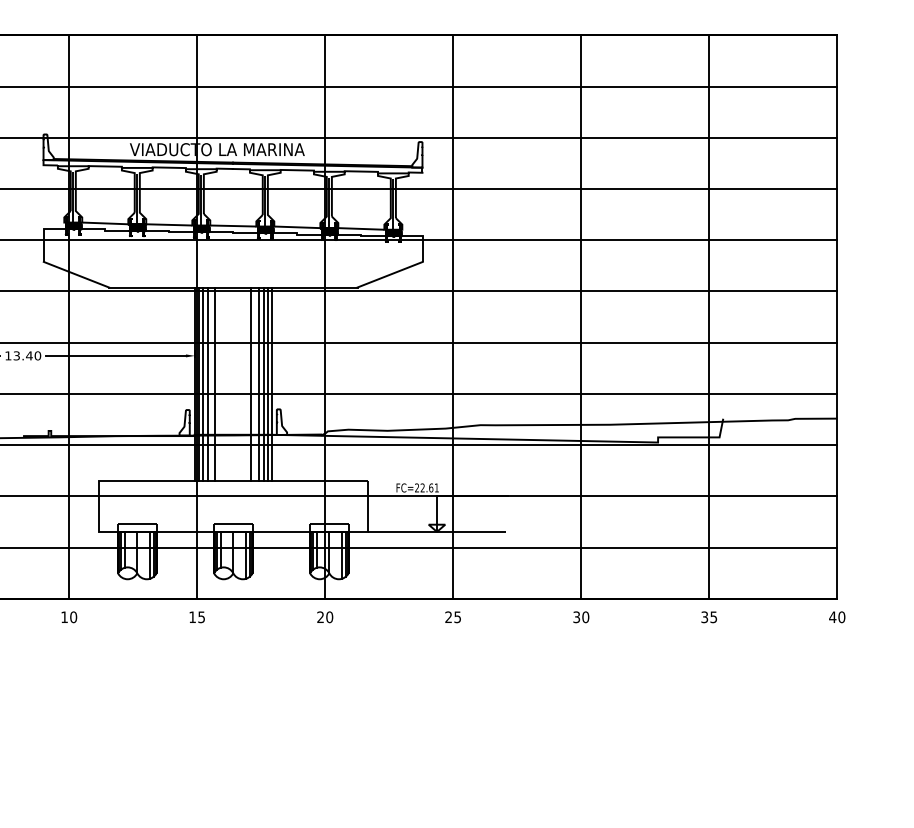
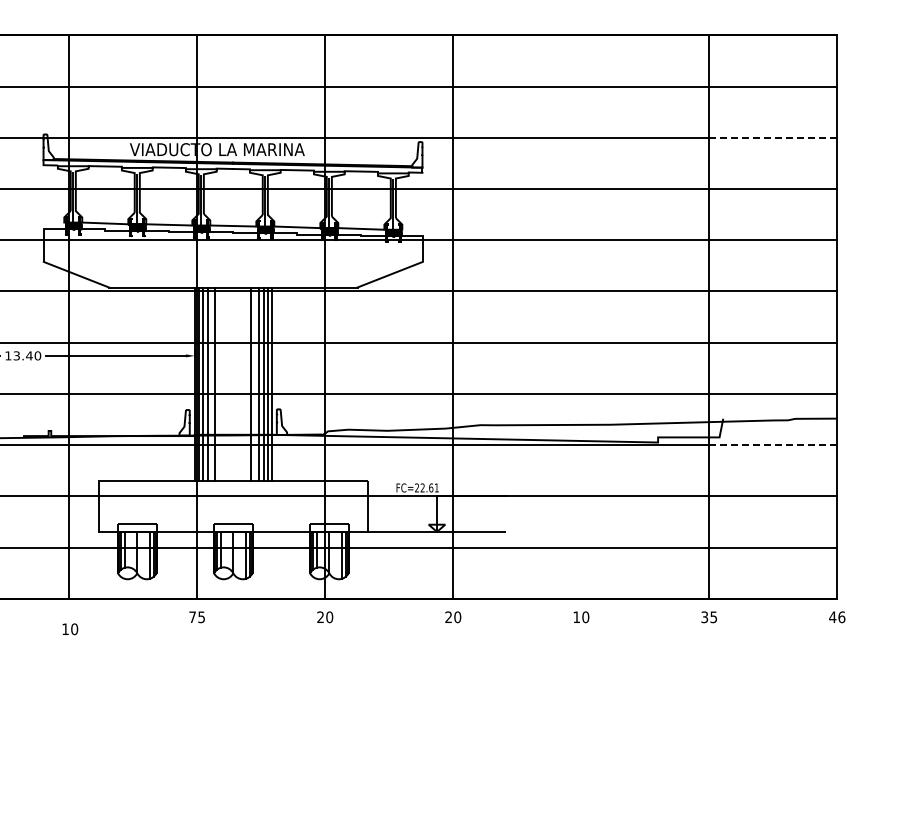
line at (772, 137): solid -> dashed
line at (581, 316): present -> none
line at (772, 445): solid -> dashed
text at (192, 616): 15 -> 75
text at (841, 616): 40 -> 46
text at (69, 617) position: (69, 617) -> (70, 629)
text at (457, 617): 25 -> 20
text at (576, 617): 30 -> 10
